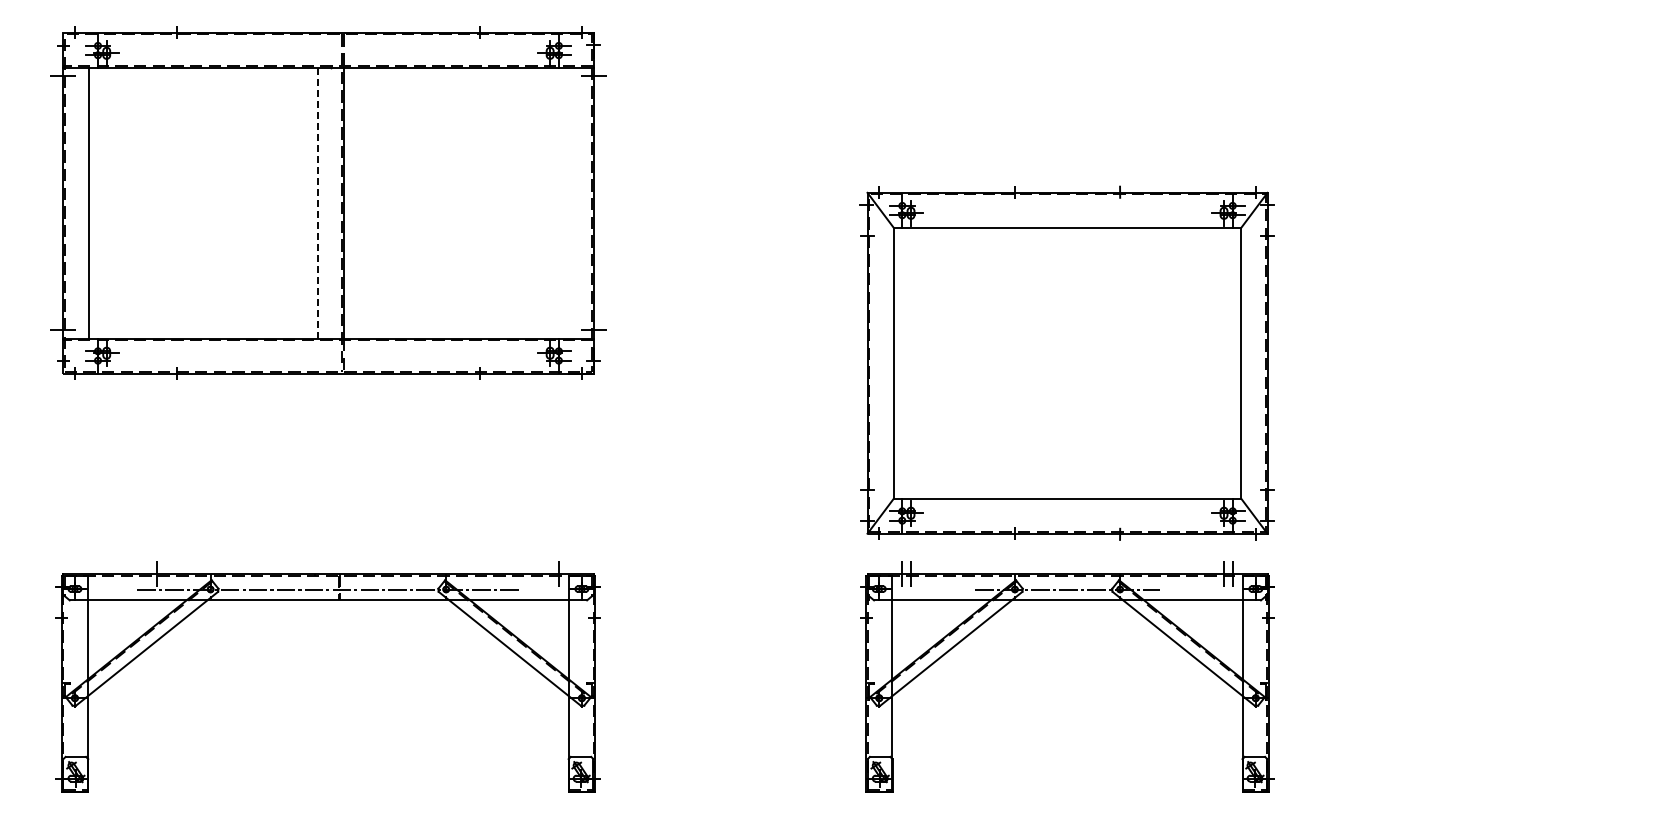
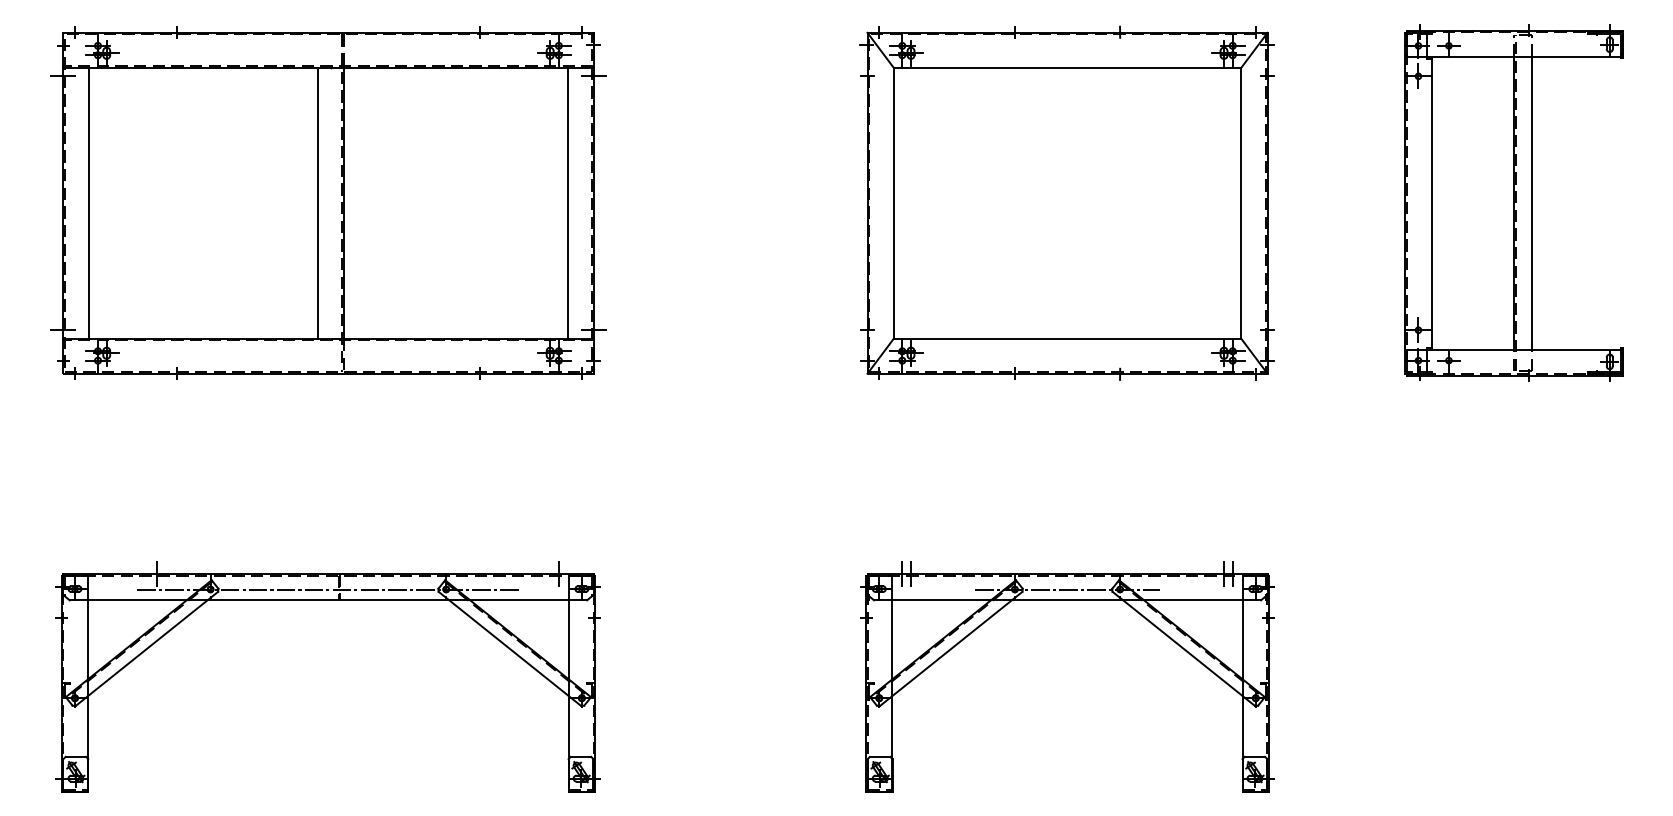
line at (567, 202): none -> present
part at (1513, 202): none -> present
line at (317, 203): dashed -> solid
part at (1066, 362) position: (1066, 362) -> (1066, 202)
